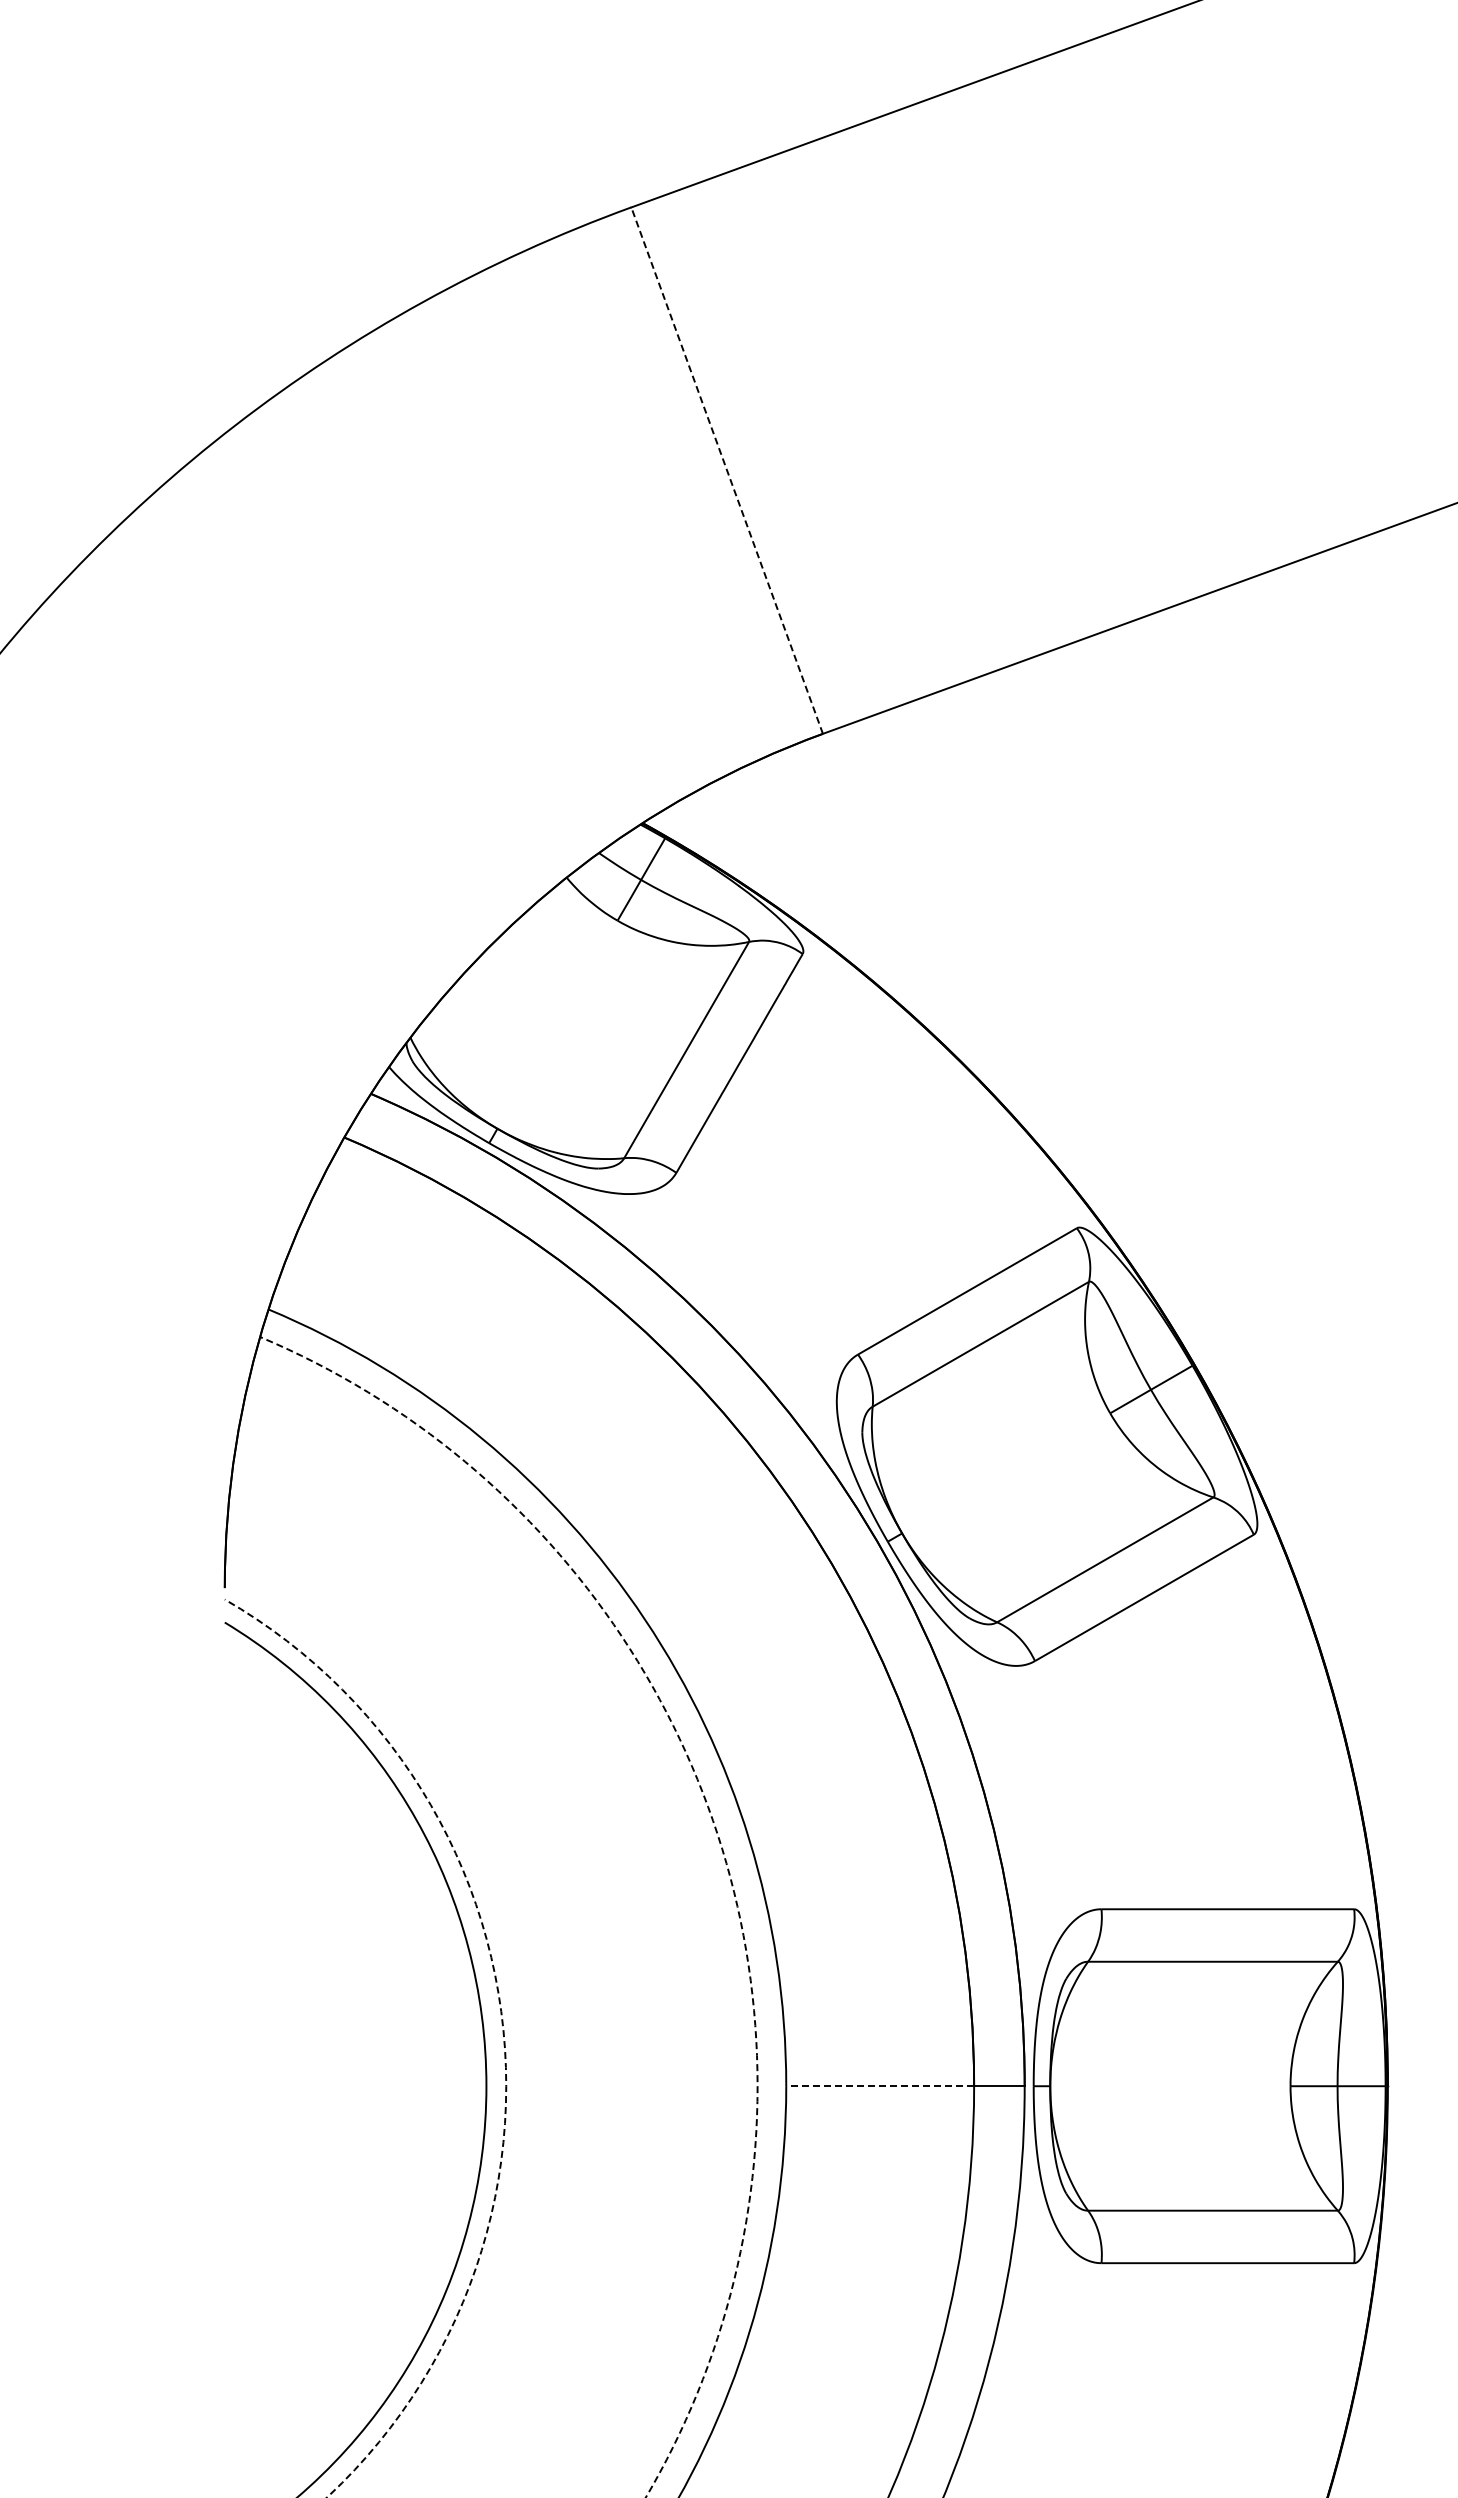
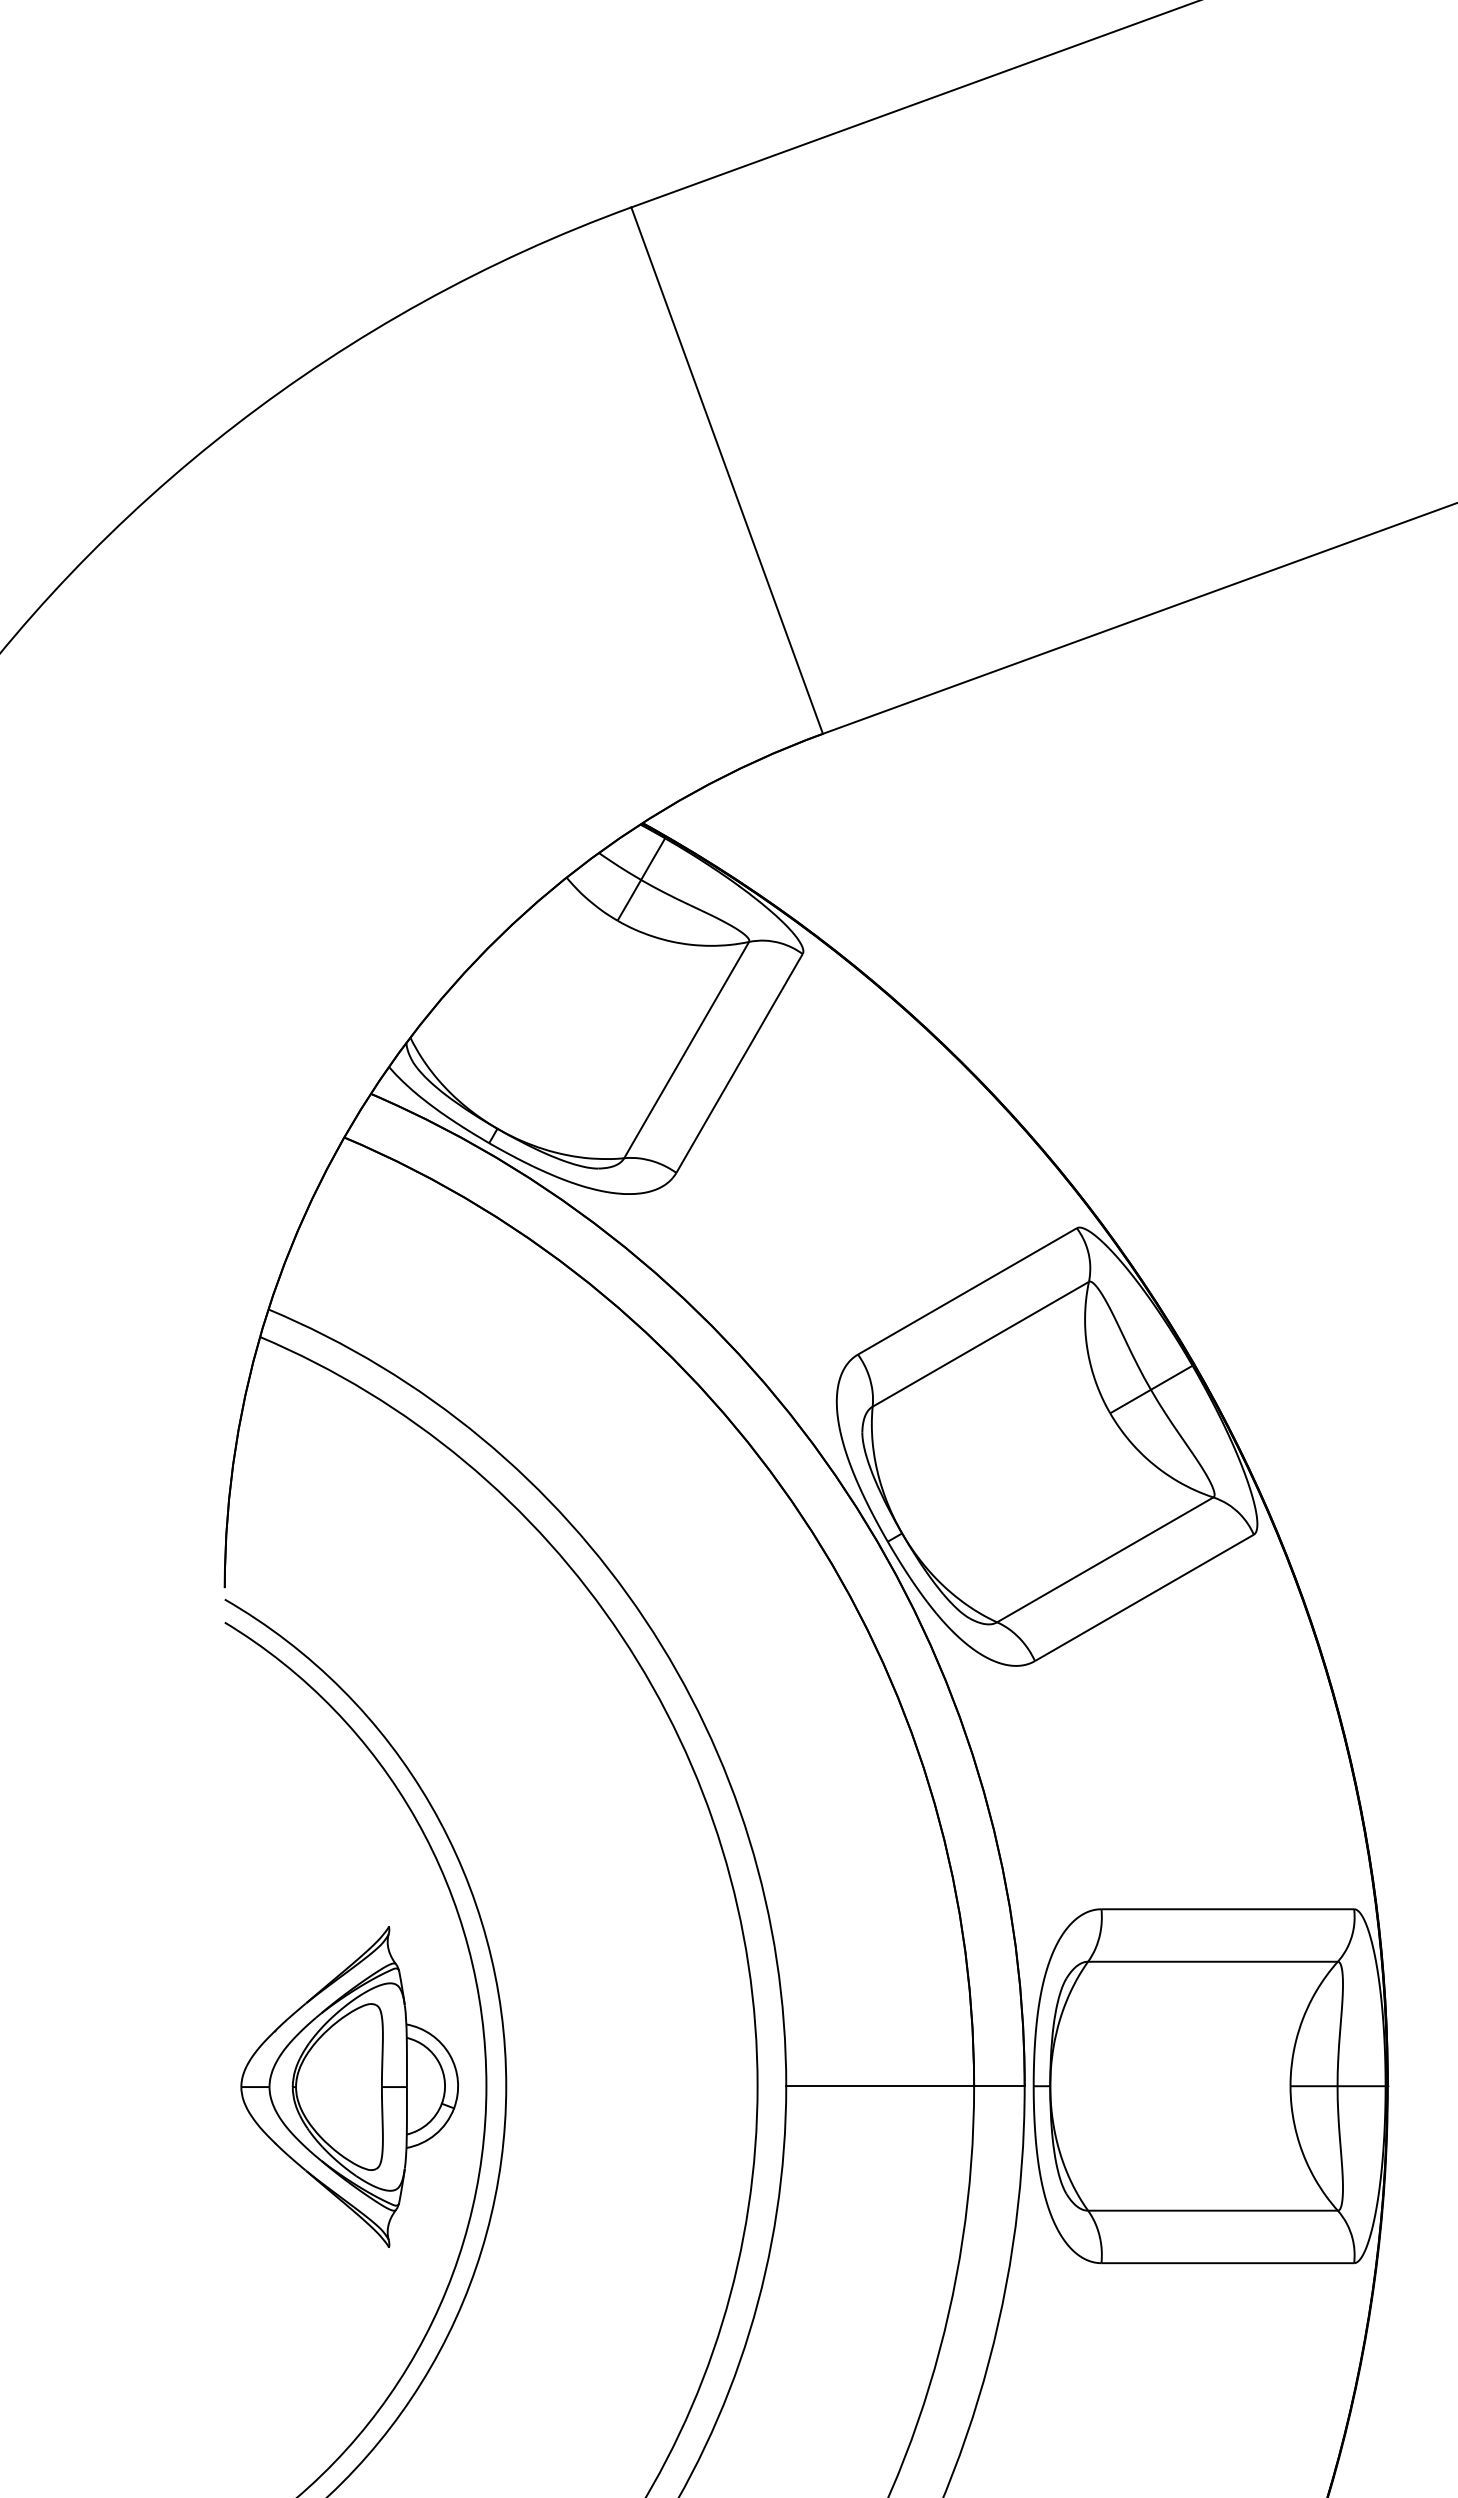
line at (726, 470): dashed -> solid
arc at (715, 1829): dashed -> solid
arc at (502, 2024): dashed -> solid
part at (349, 2086): none -> present
line at (880, 2086): dashed -> solid
